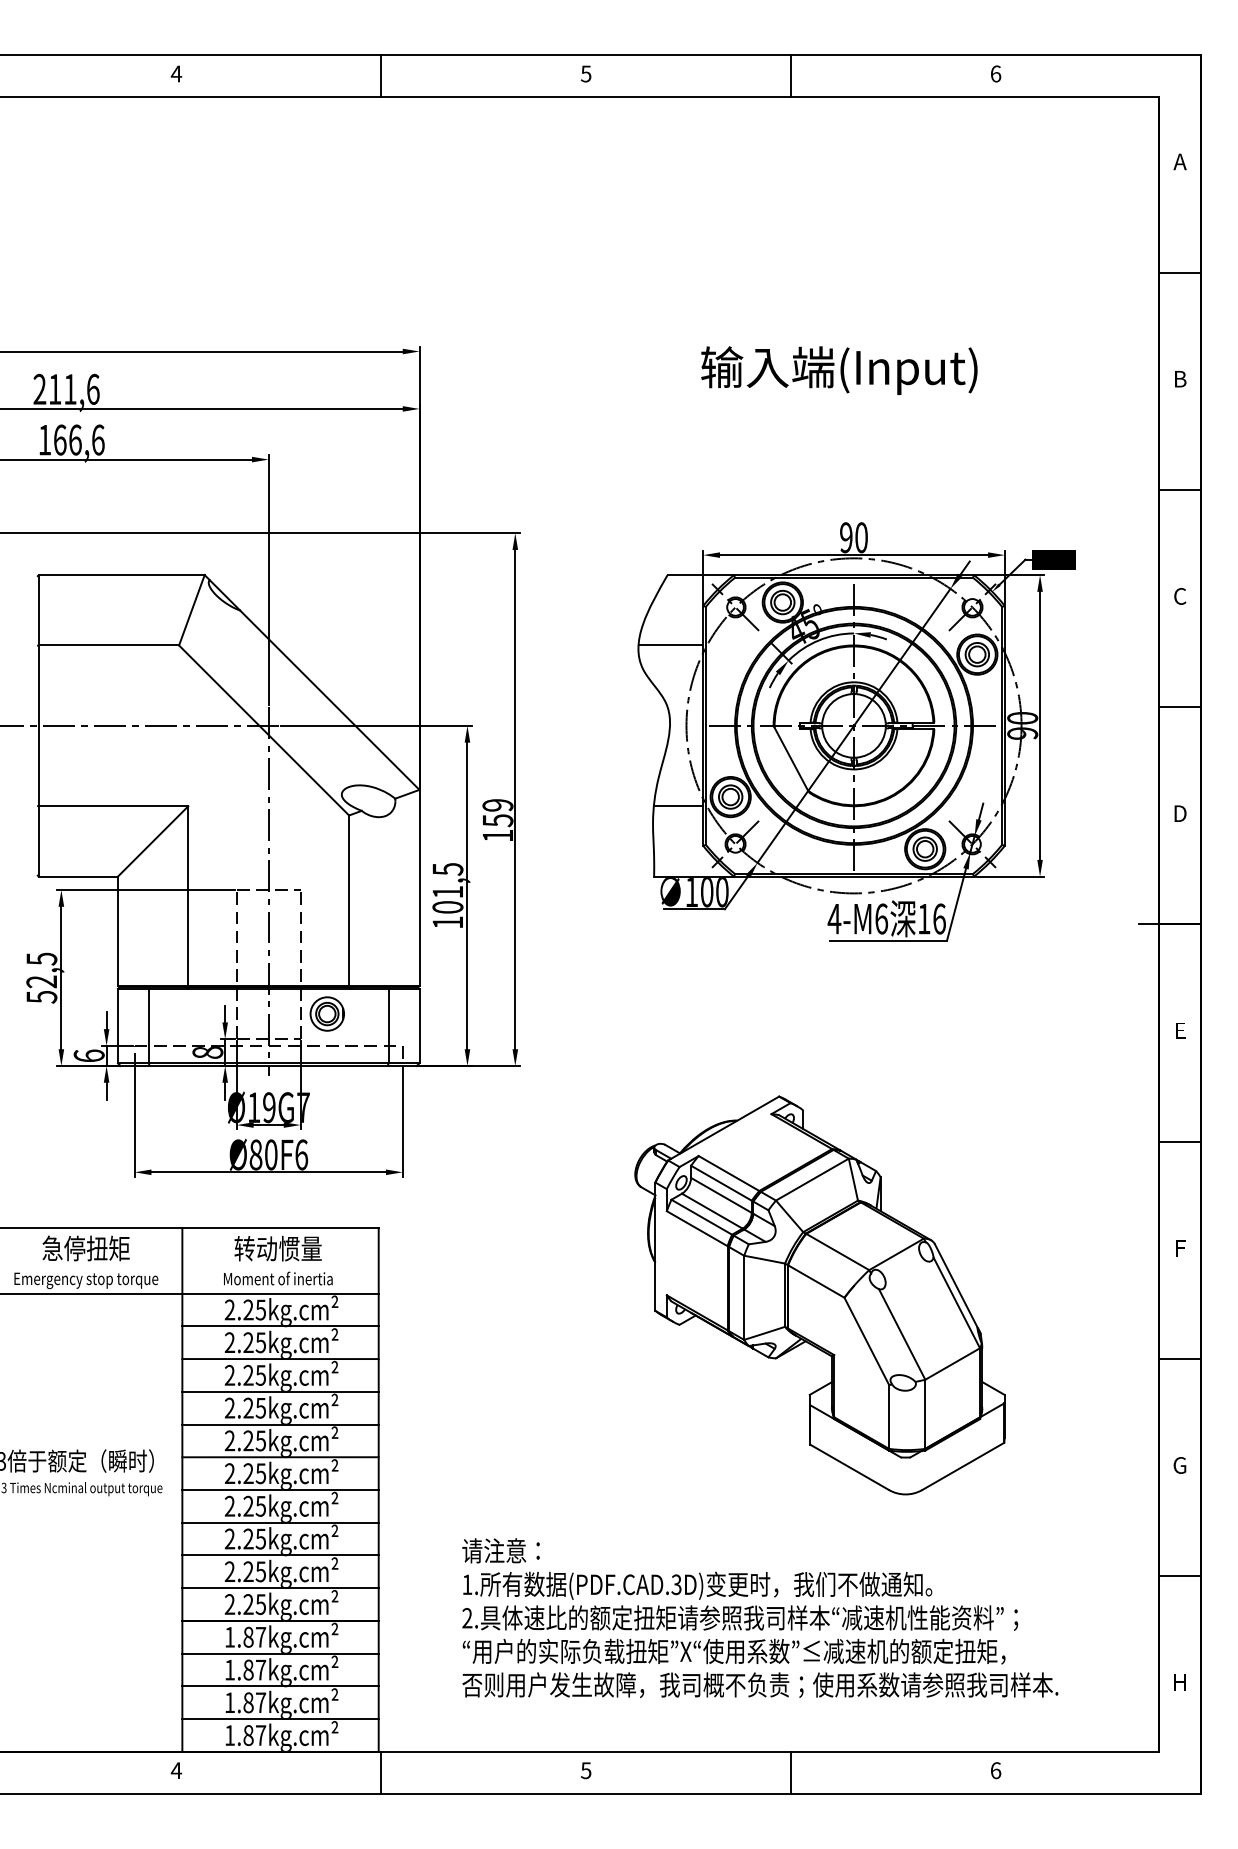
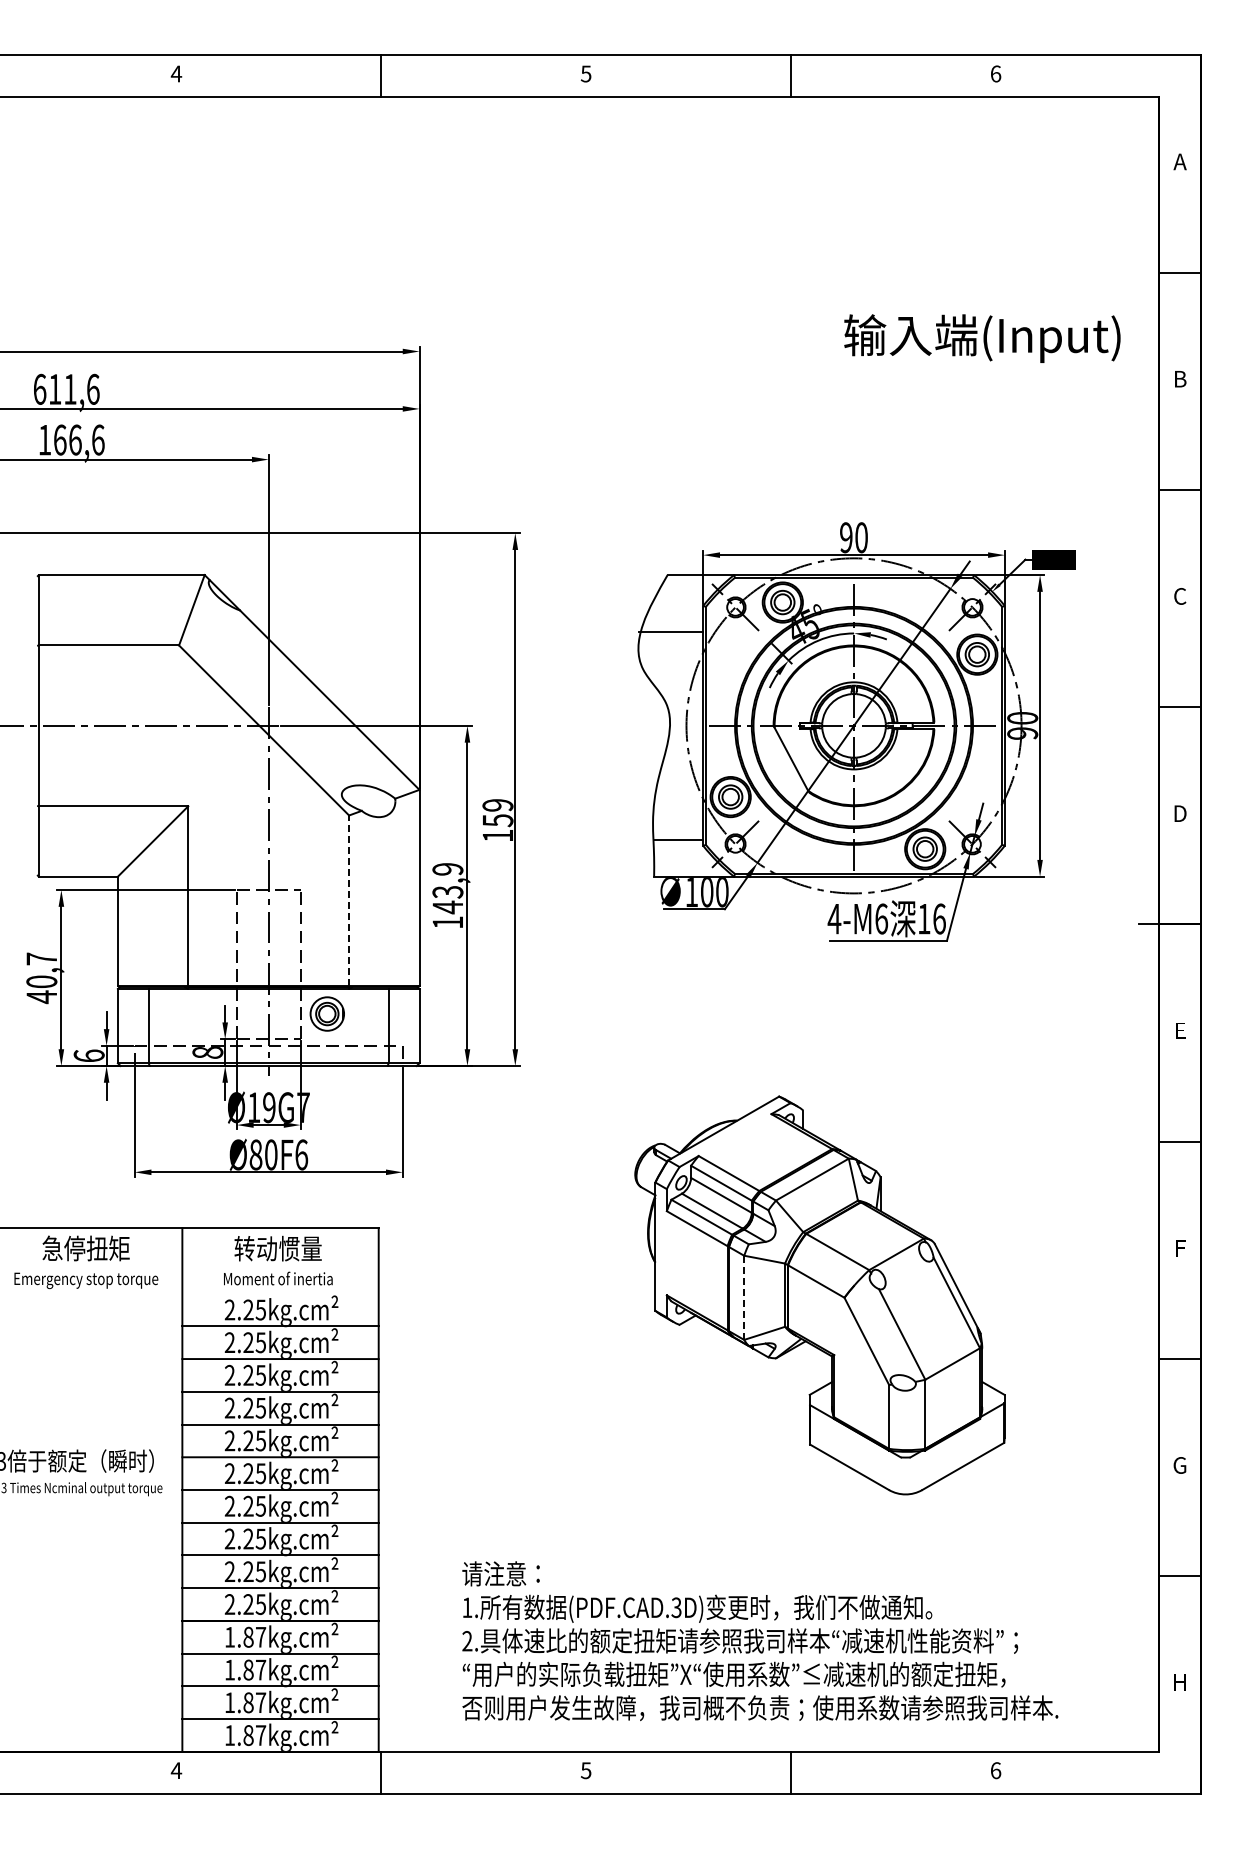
text at (839, 370) position: (839, 370) -> (982, 338)
text at (39, 388): 211,6 -> 611,6
line at (670, 645) position: (670, 645) -> (670, 632)
line at (678, 806) position: (678, 806) -> (678, 840)
text at (447, 888): 101,5 -> 143,9
line at (349, 900): solid -> dashed
text at (41, 978): 52,5 -> 40,7
line at (190, 1293): present -> none
line at (744, 1297): solid -> dashed
text at (760, 1617) position: (760, 1617) -> (760, 1640)
